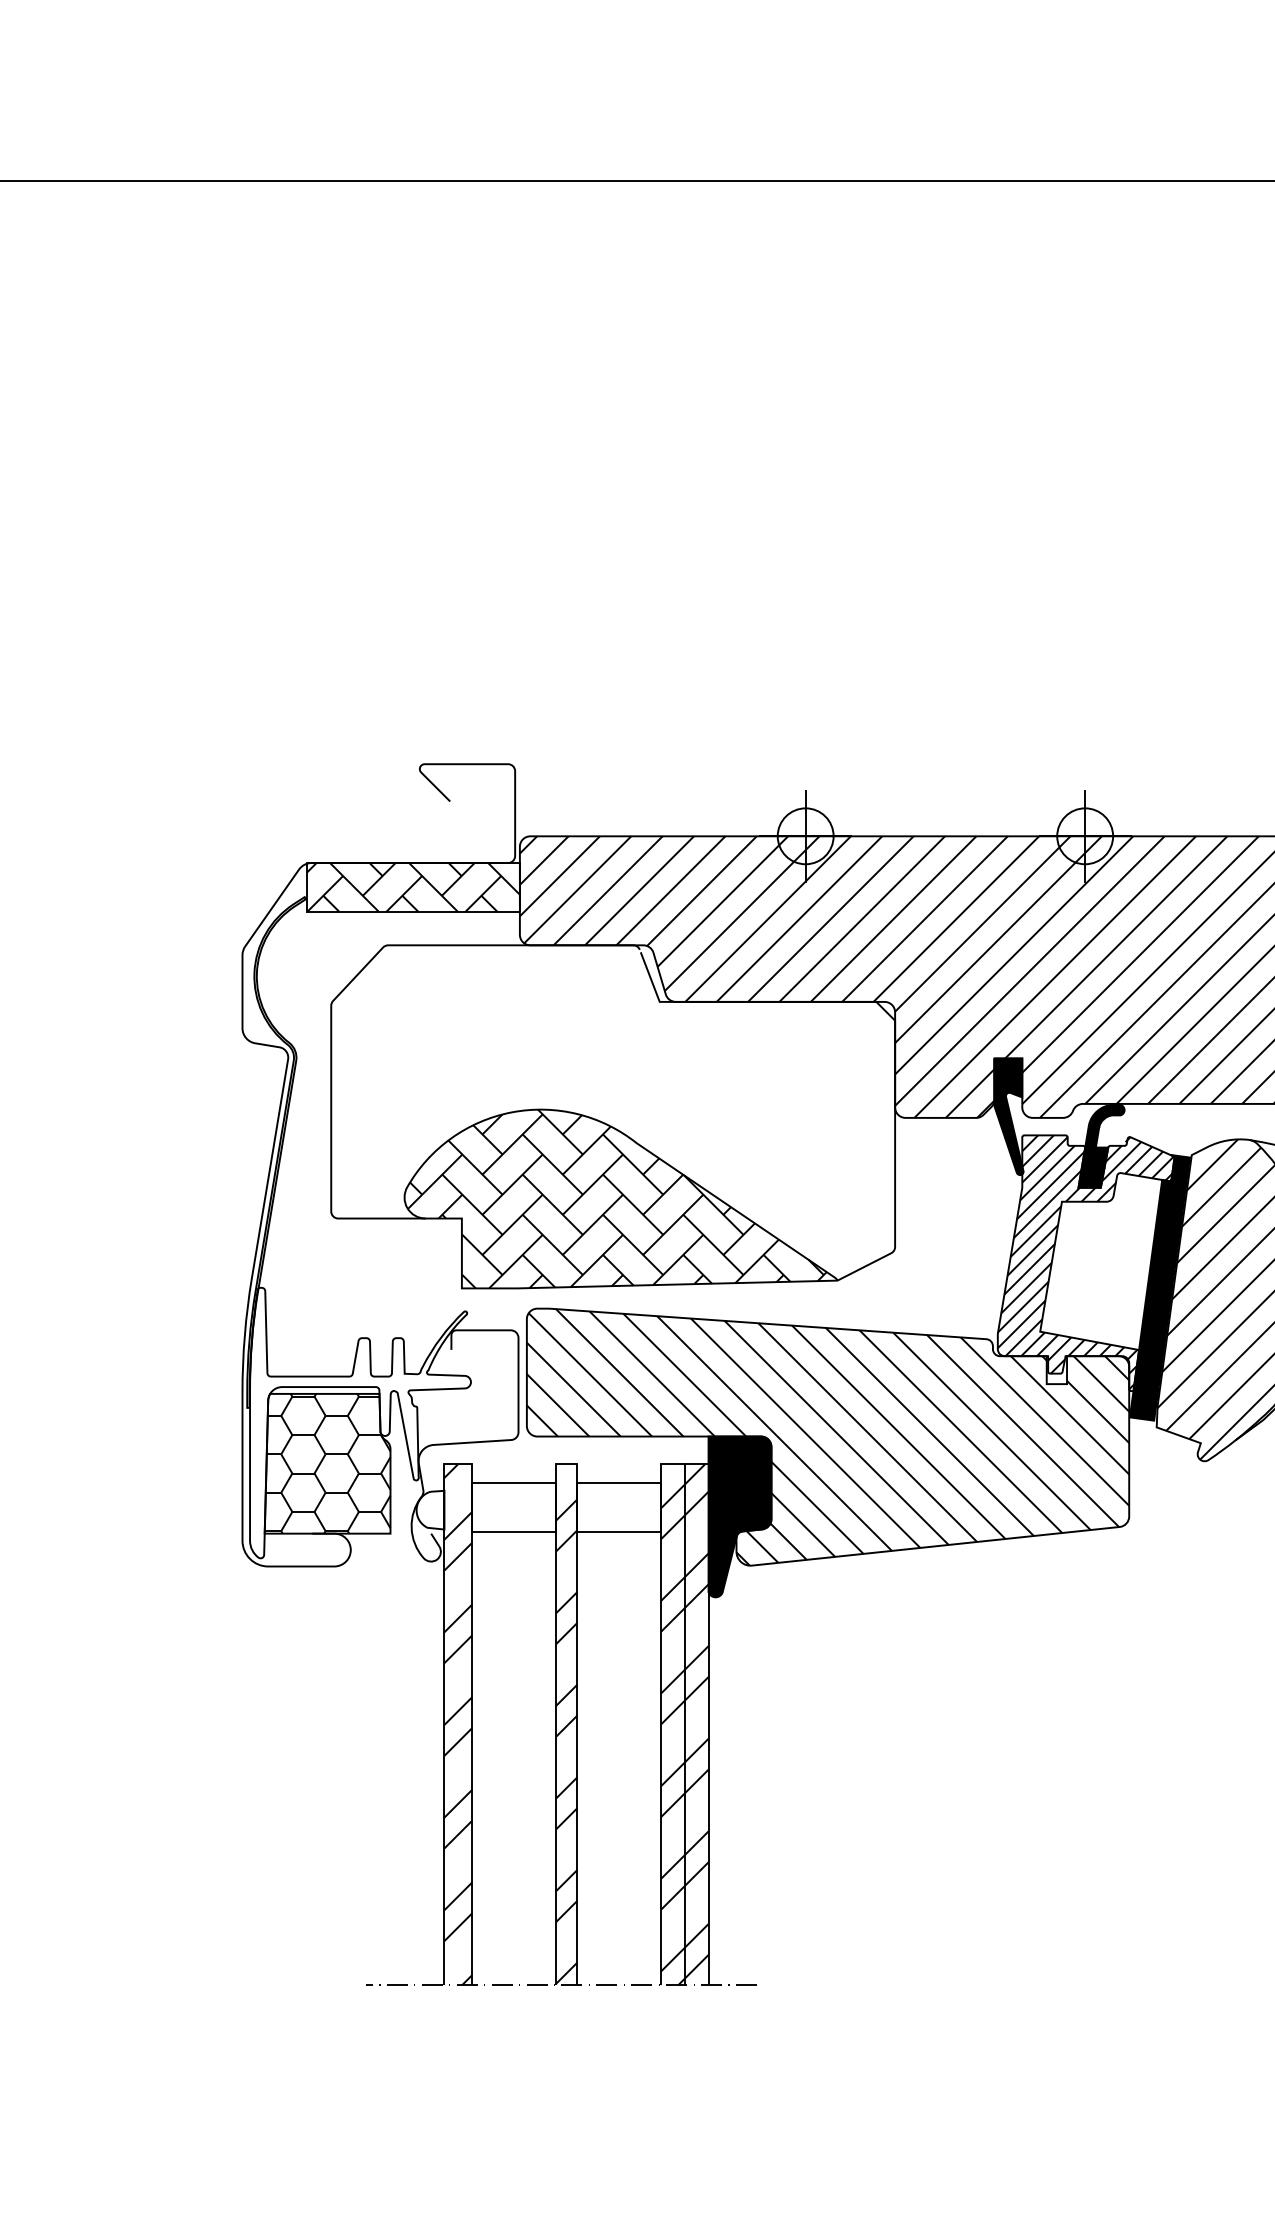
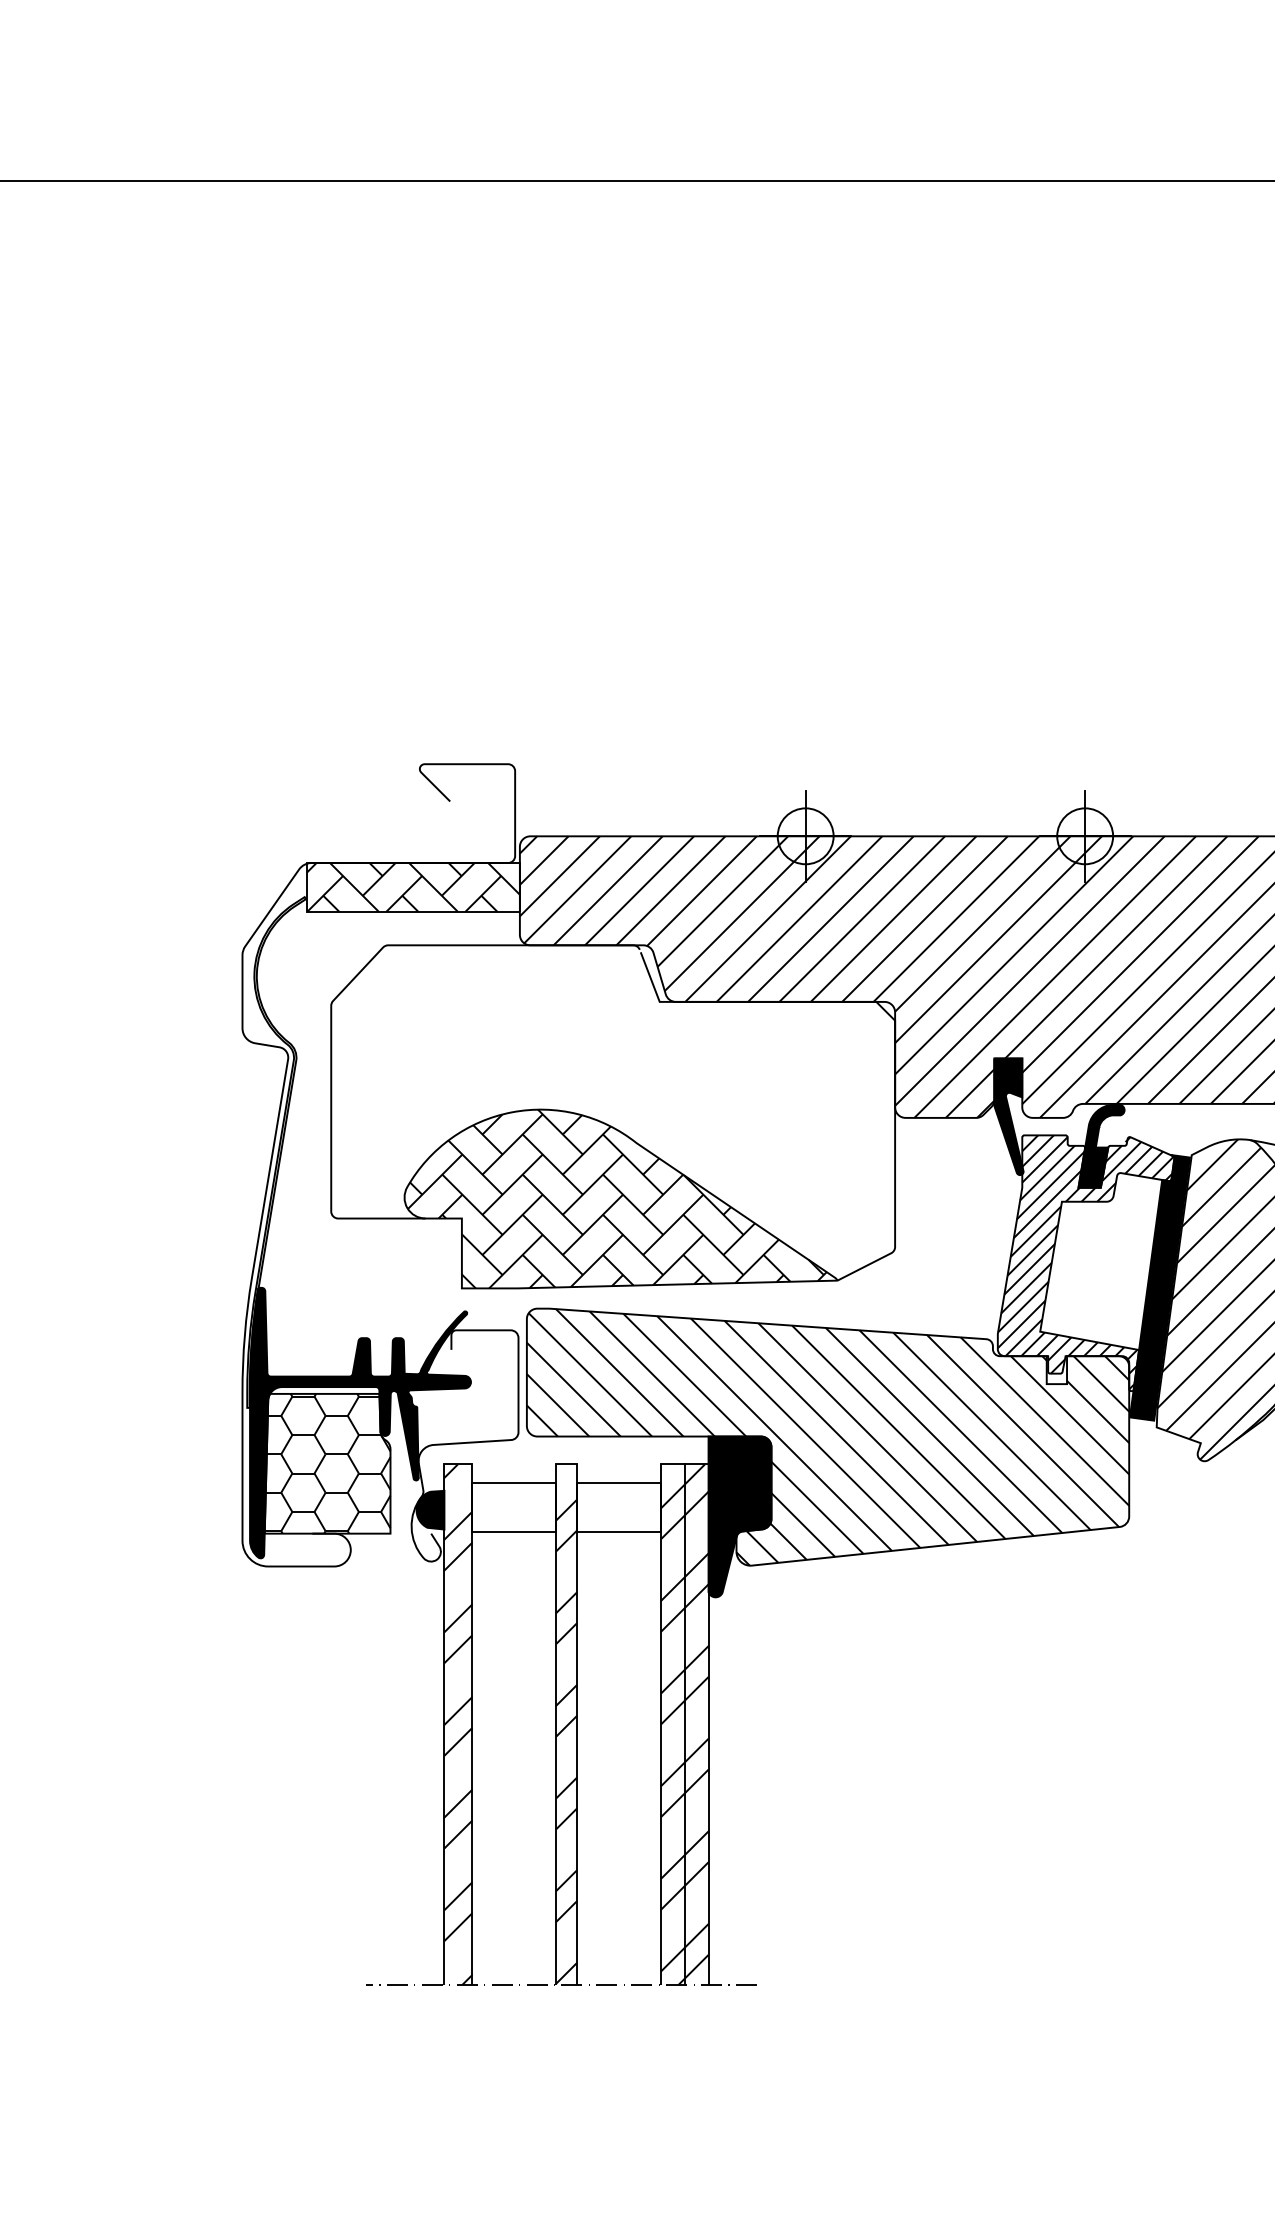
fill at (360, 1422): none -> present
fill at (430, 1509): none -> present
